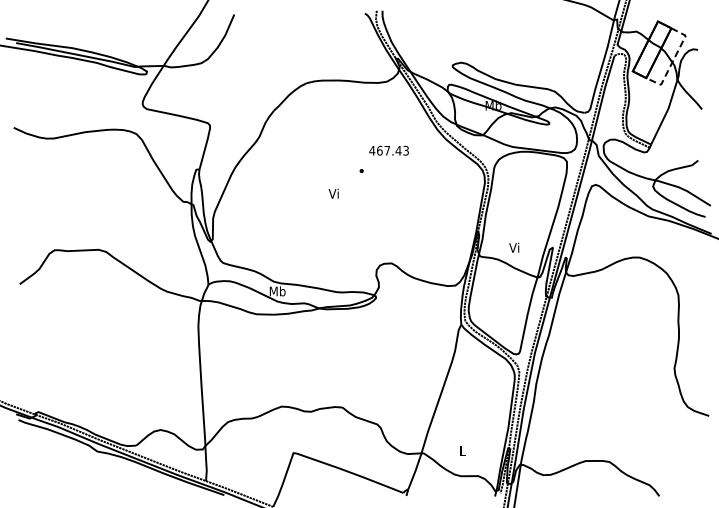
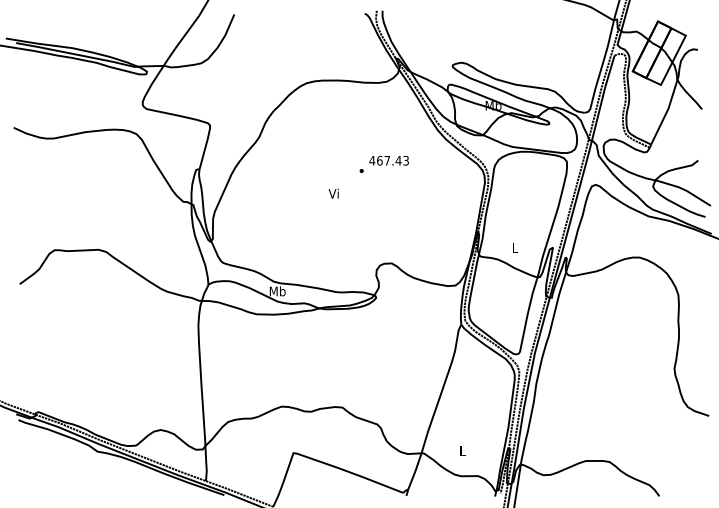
line at (673, 60): dashed -> solid
text at (388, 150) position: (388, 150) -> (388, 160)
text at (514, 247): Vi -> L
